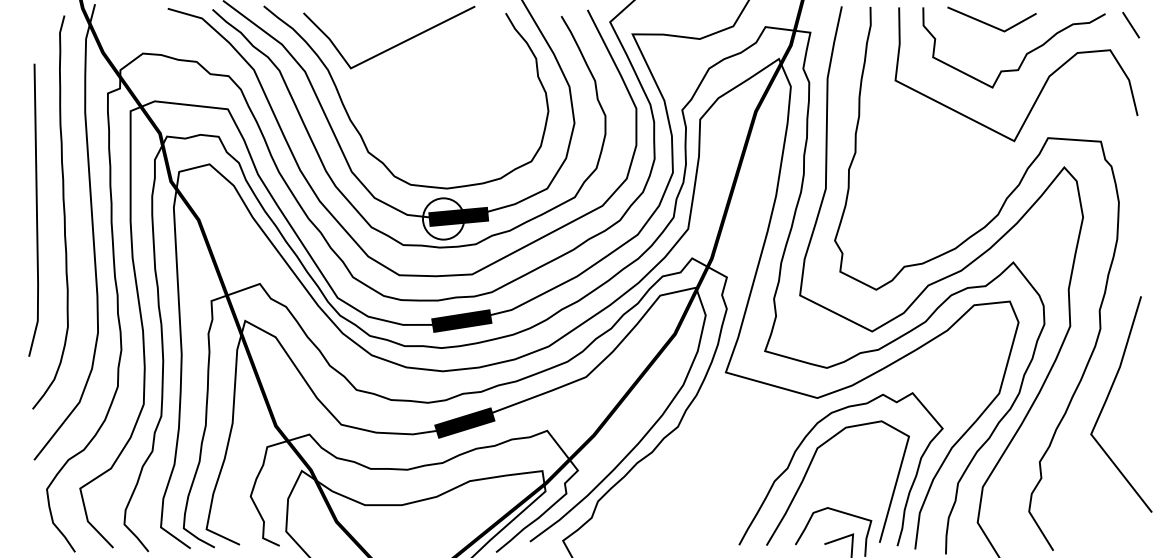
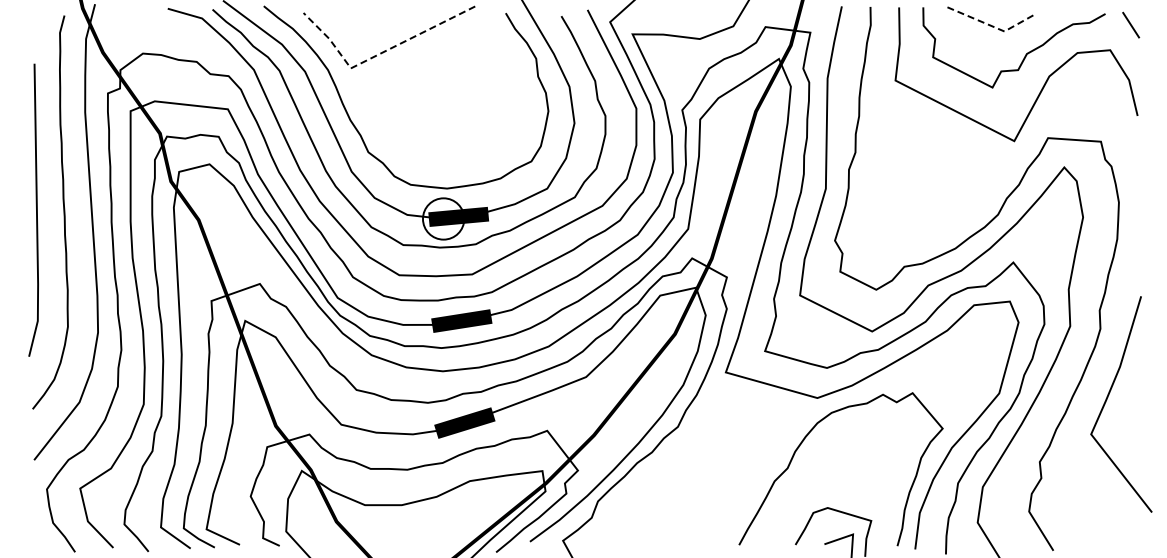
line at (993, 26): solid -> dashed
line at (378, 54): solid -> dashed
curve at (809, 468): present -> none
